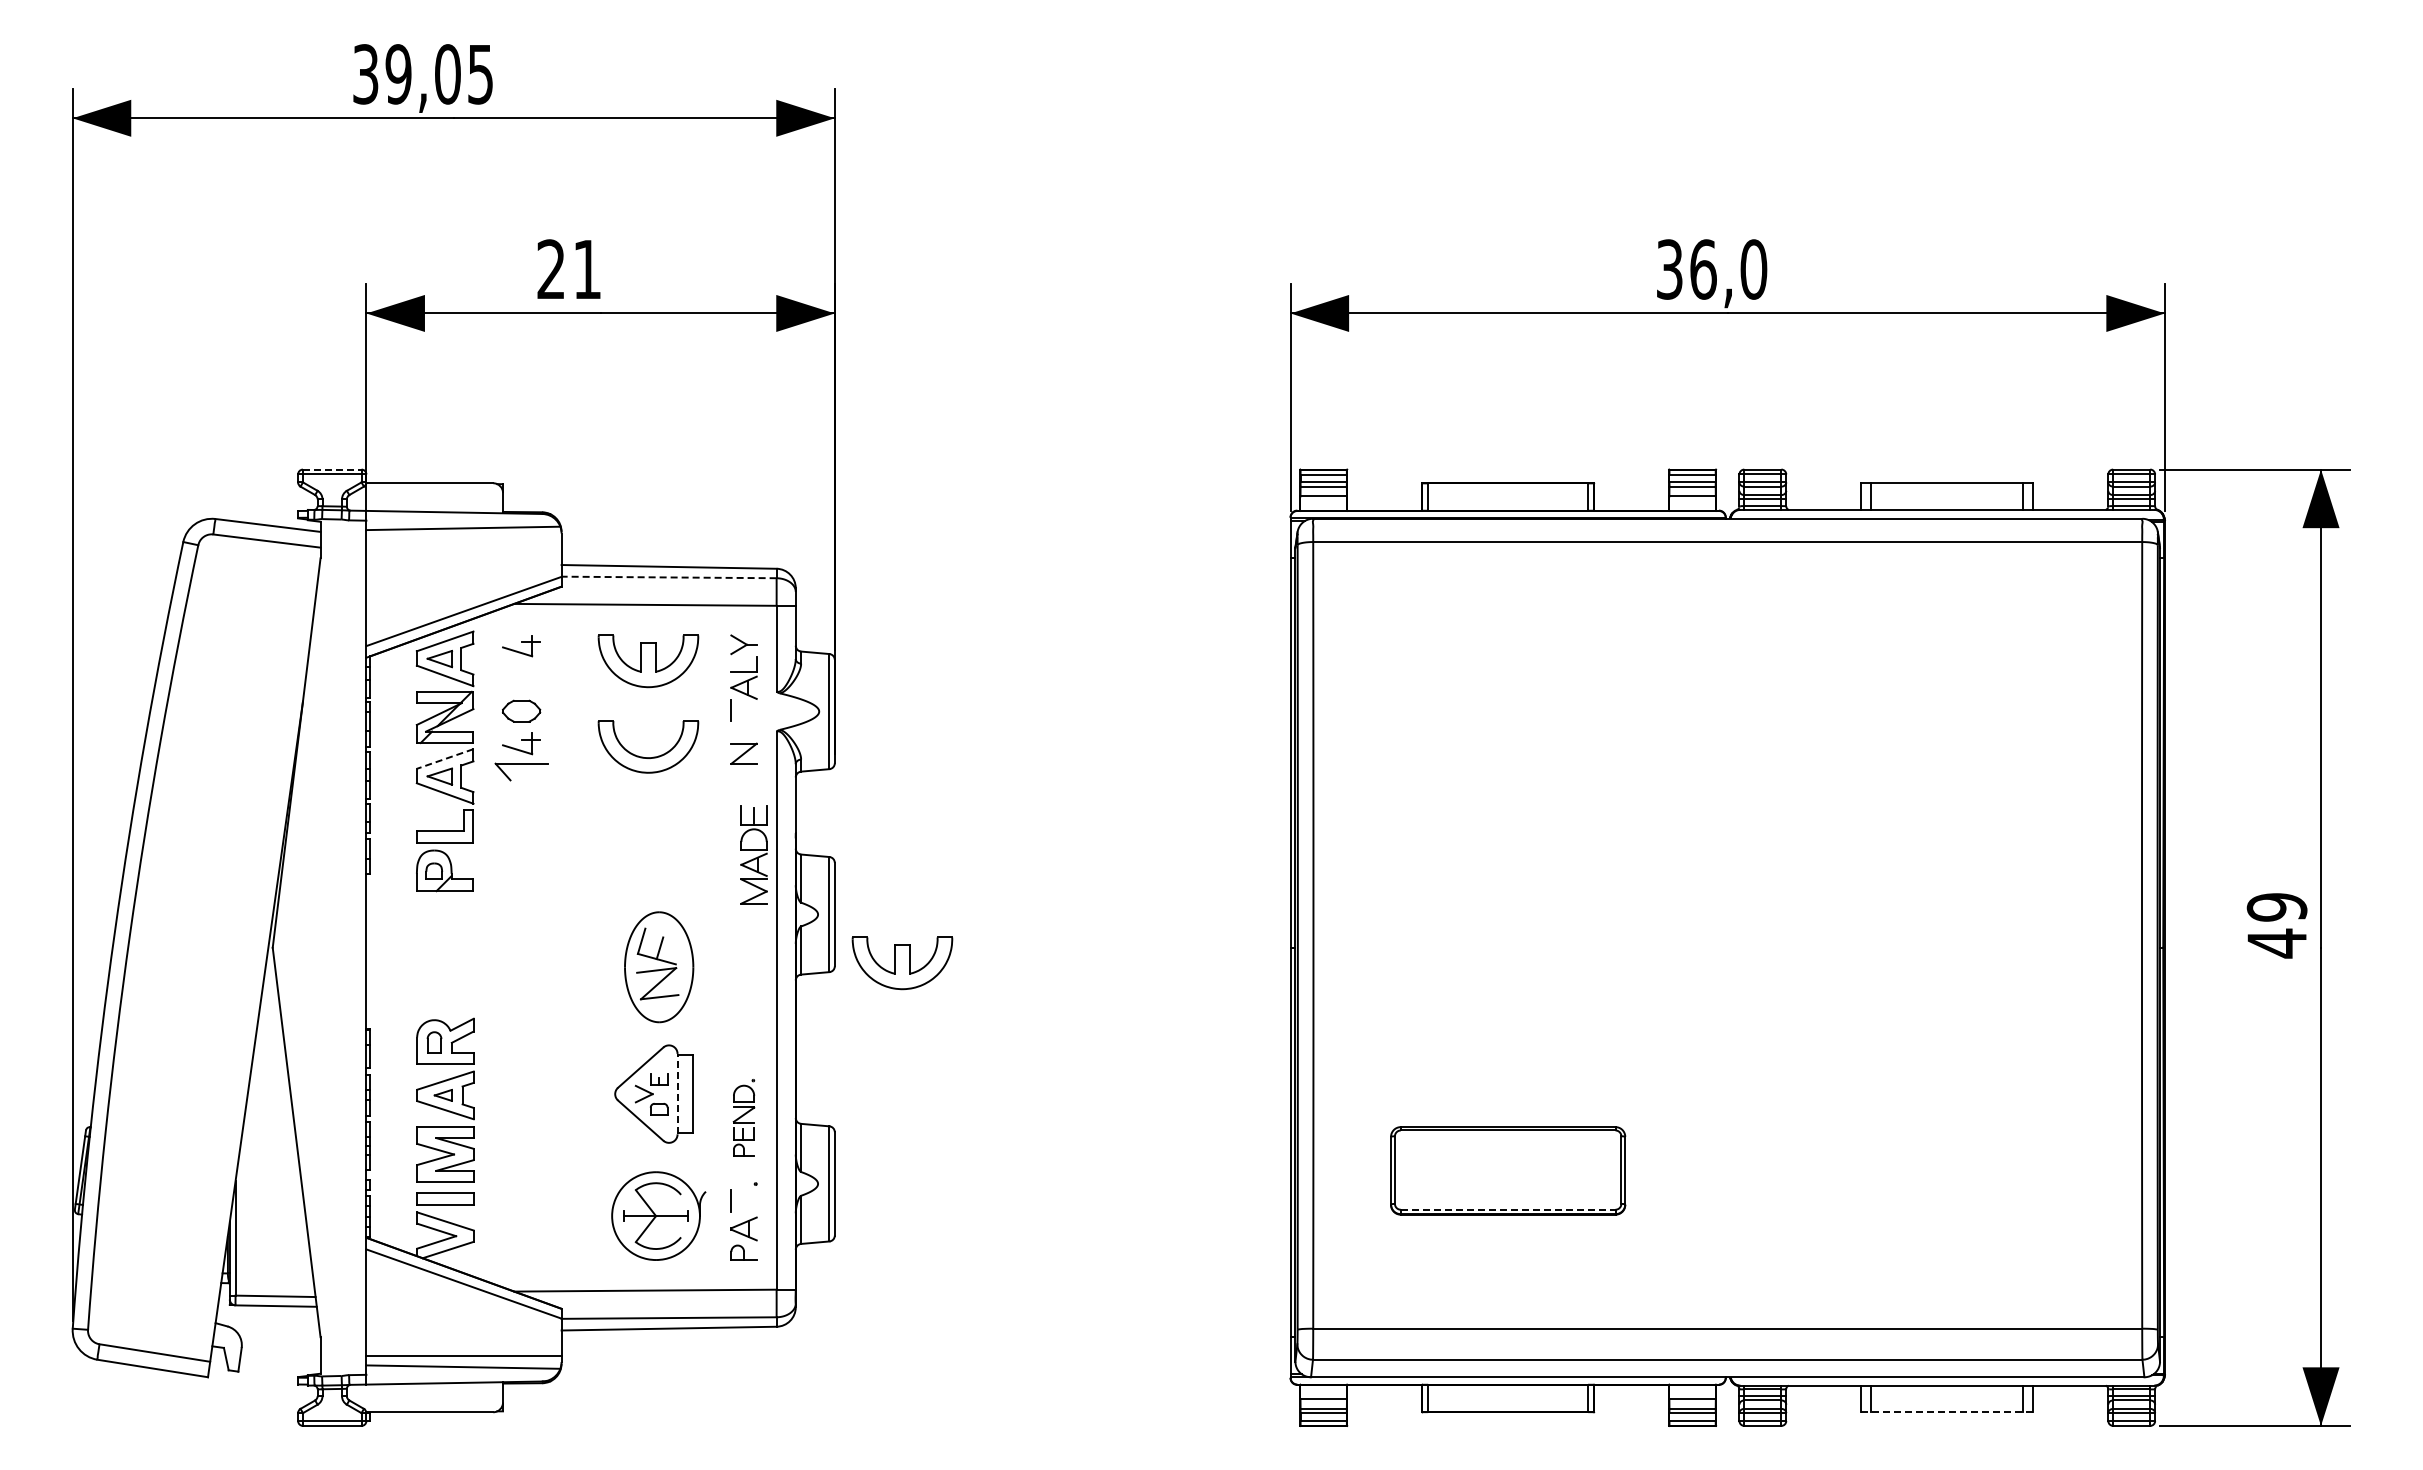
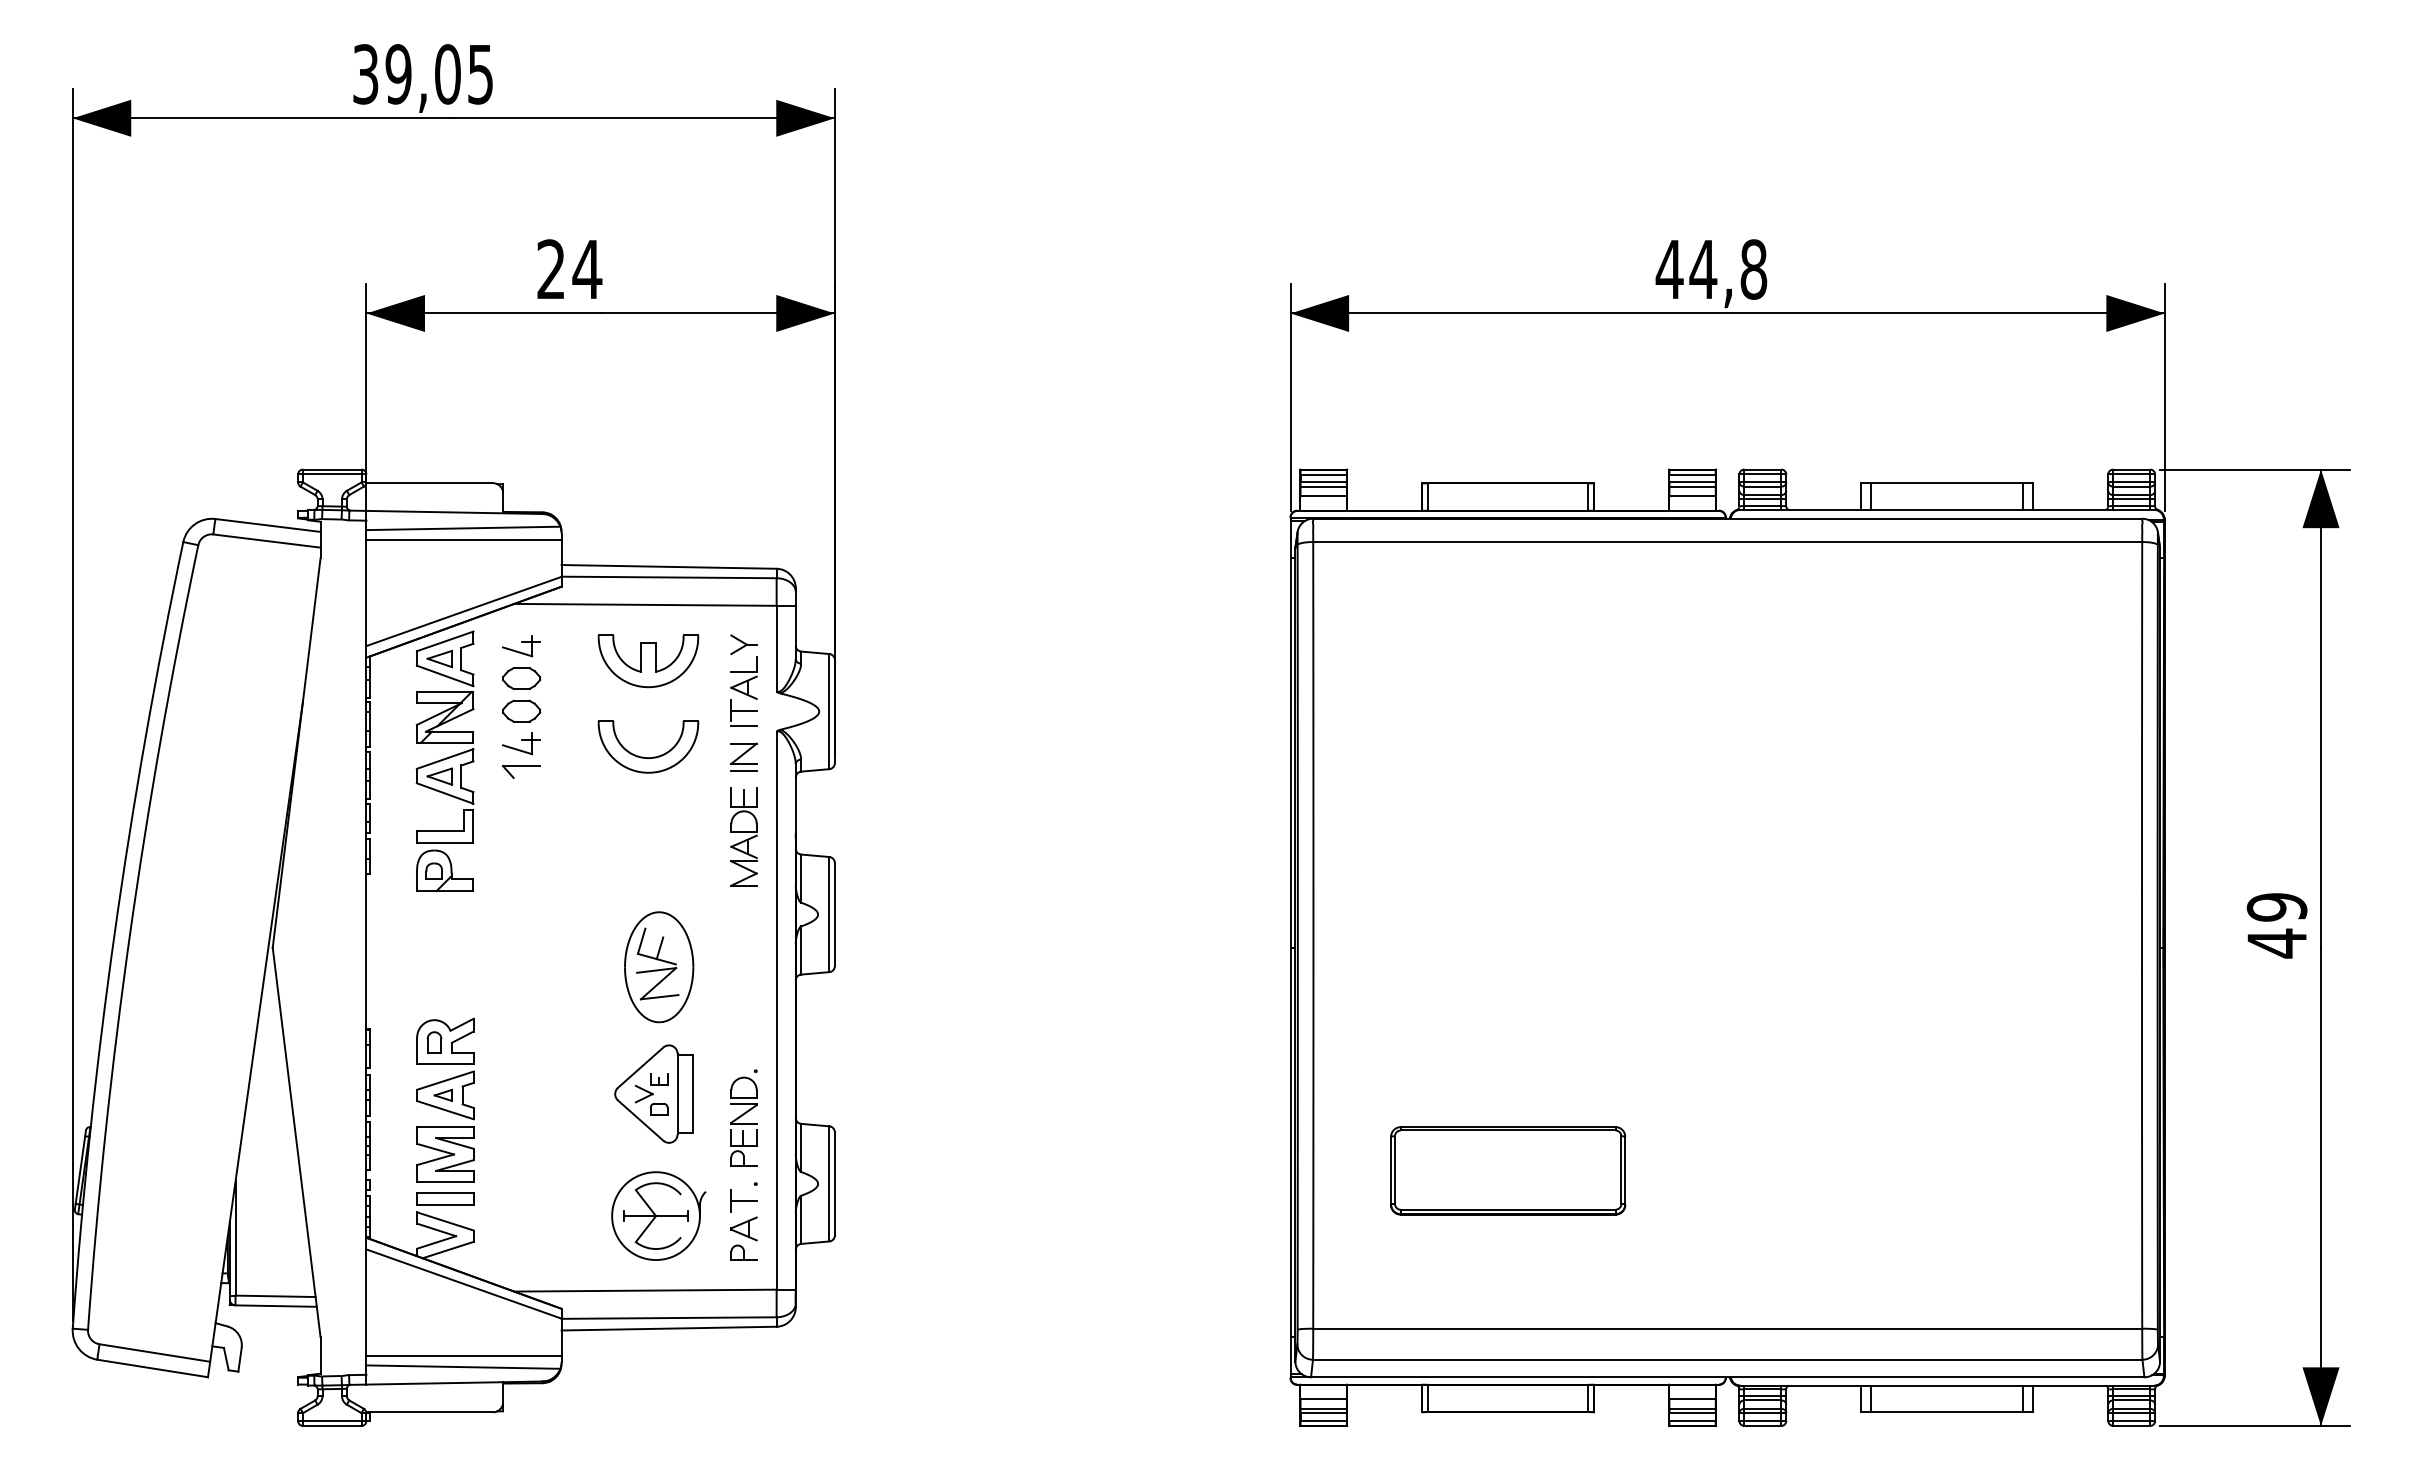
text at (587, 269): 21 -> 24
text at (1711, 269): 36,0 -> 44,8
line at (332, 469): dashed -> solid
line at (463, 539): none -> present
line at (669, 577): dashed -> solid
part at (521, 678): none -> present
line at (743, 710): none -> present
line at (743, 726): none -> present
line at (445, 759): dashed -> solid
part at (521, 771) size: 55x20 px -> 39x14 px
line at (743, 771): none -> present
part at (753, 854) position: (753, 854) -> (743, 836)
part at (902, 963): present -> none
line at (677, 1093): dashed -> solid
part at (743, 1117) size: 24x78 px -> 28x98 px
line at (743, 1201): none -> present
line at (1508, 1209): dashed -> solid
line at (1947, 1412): dashed -> solid
